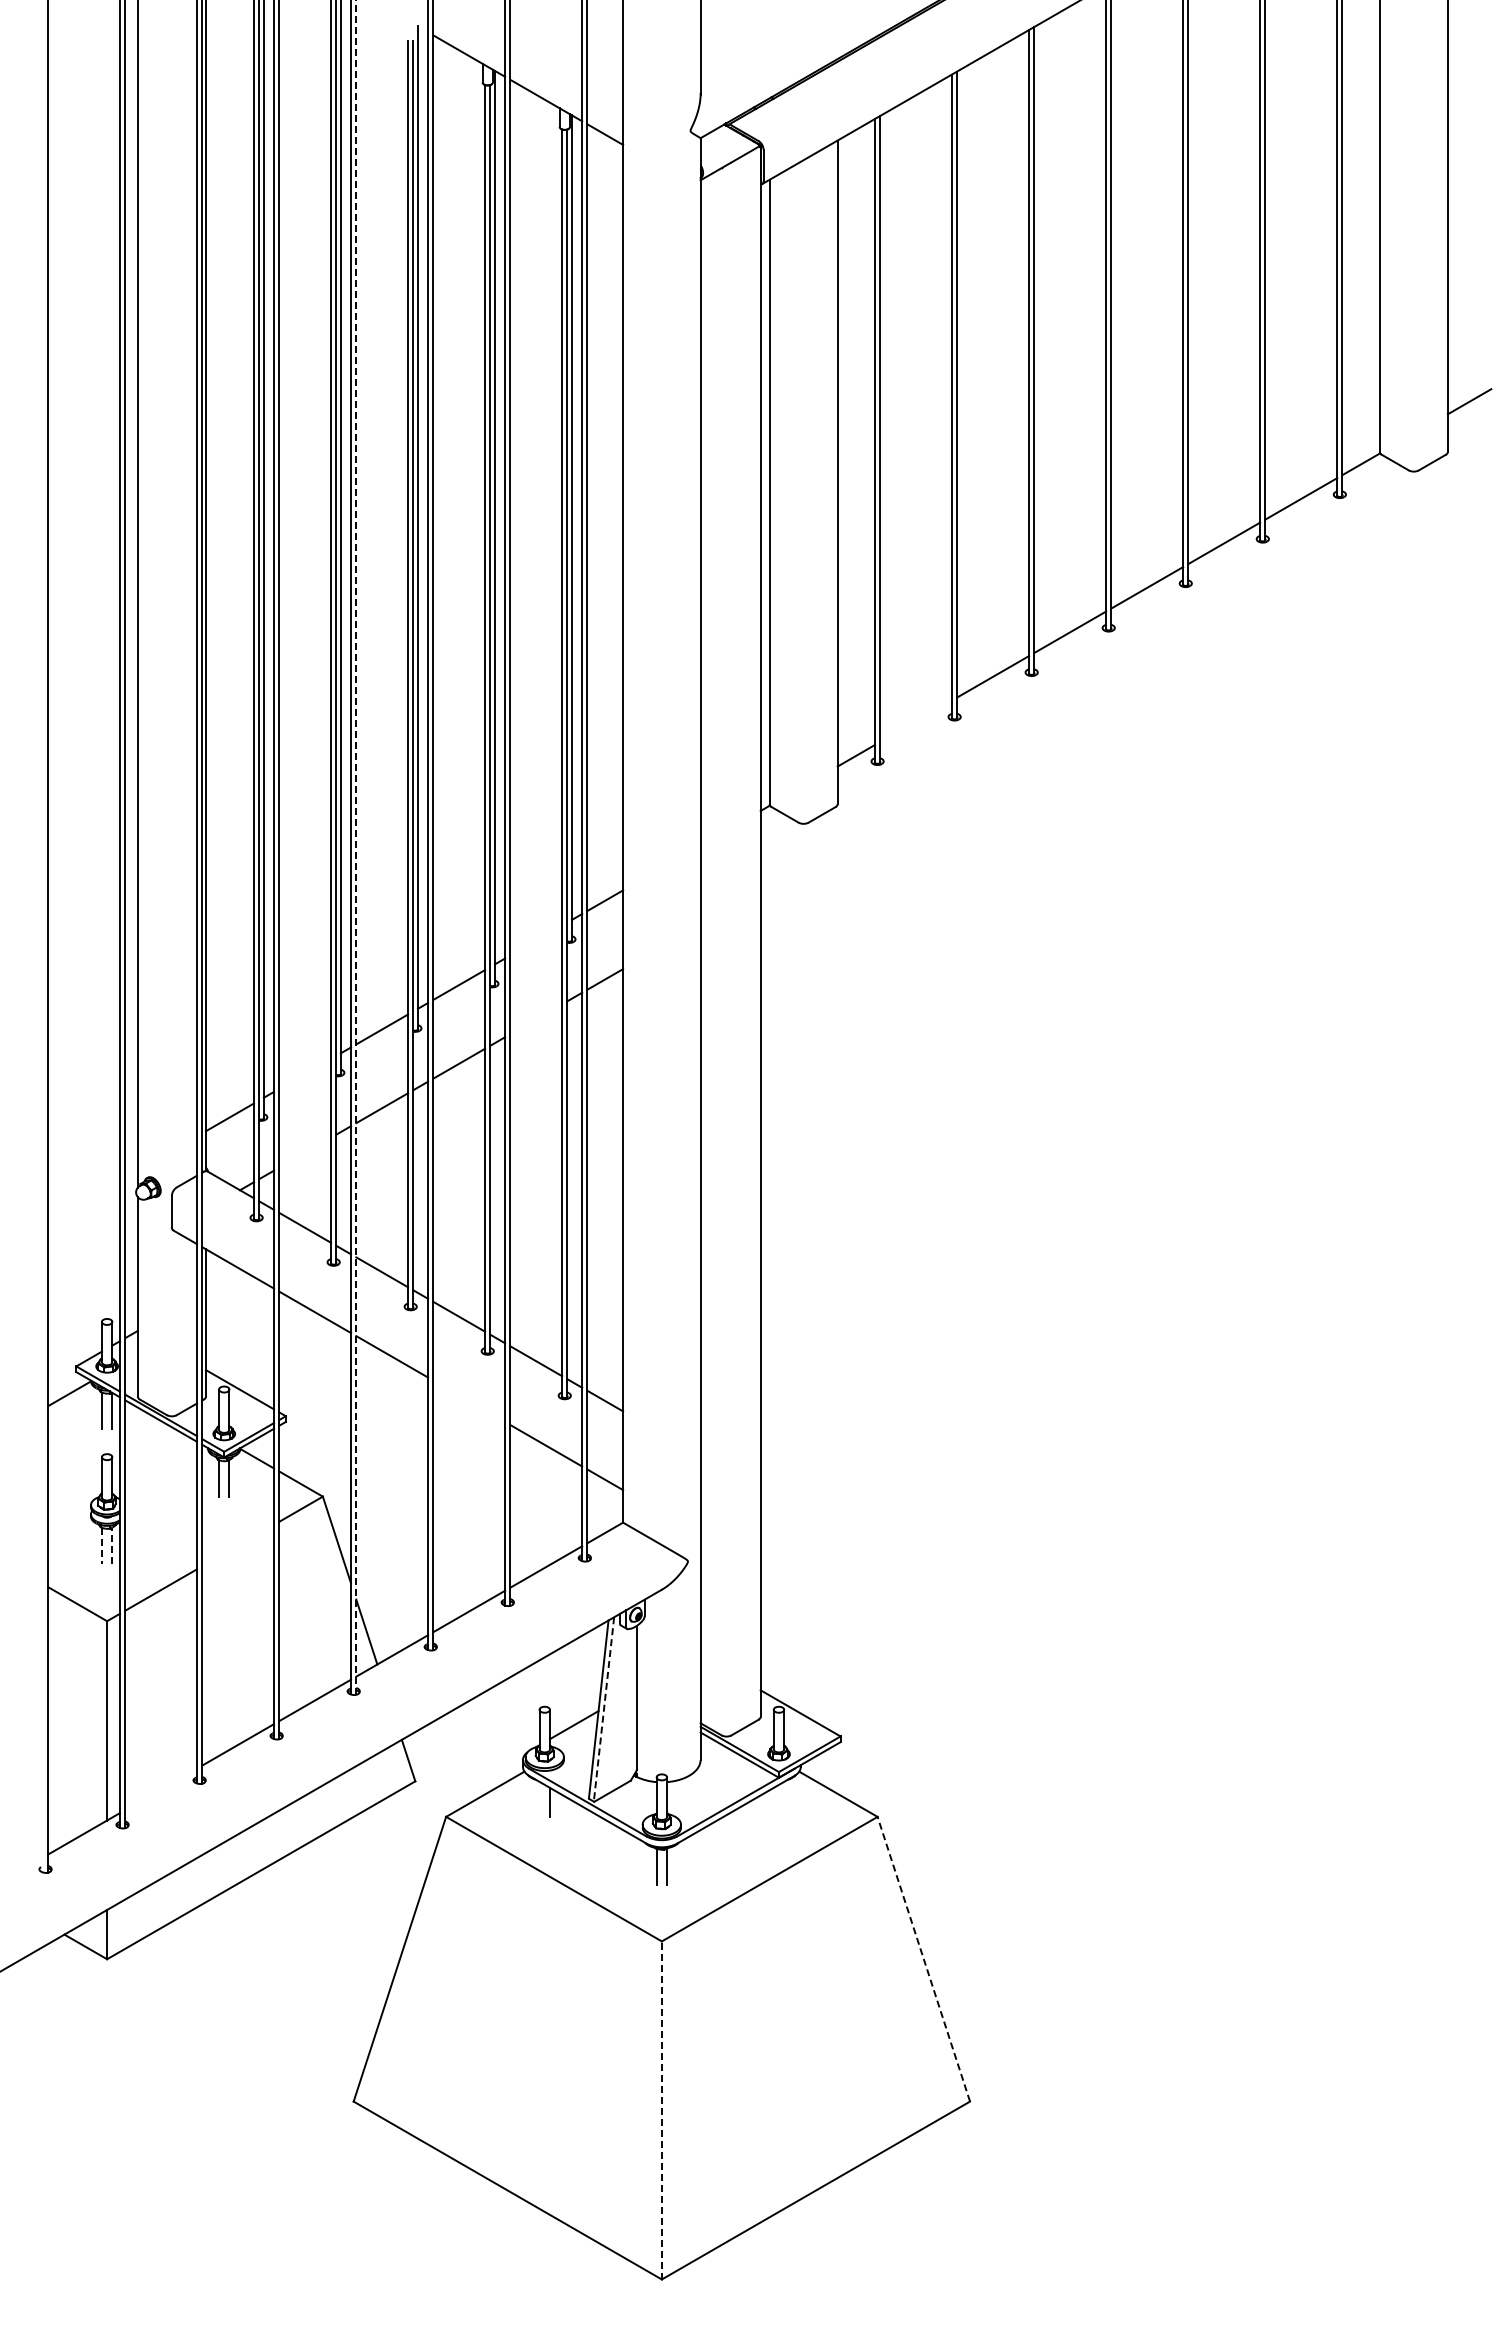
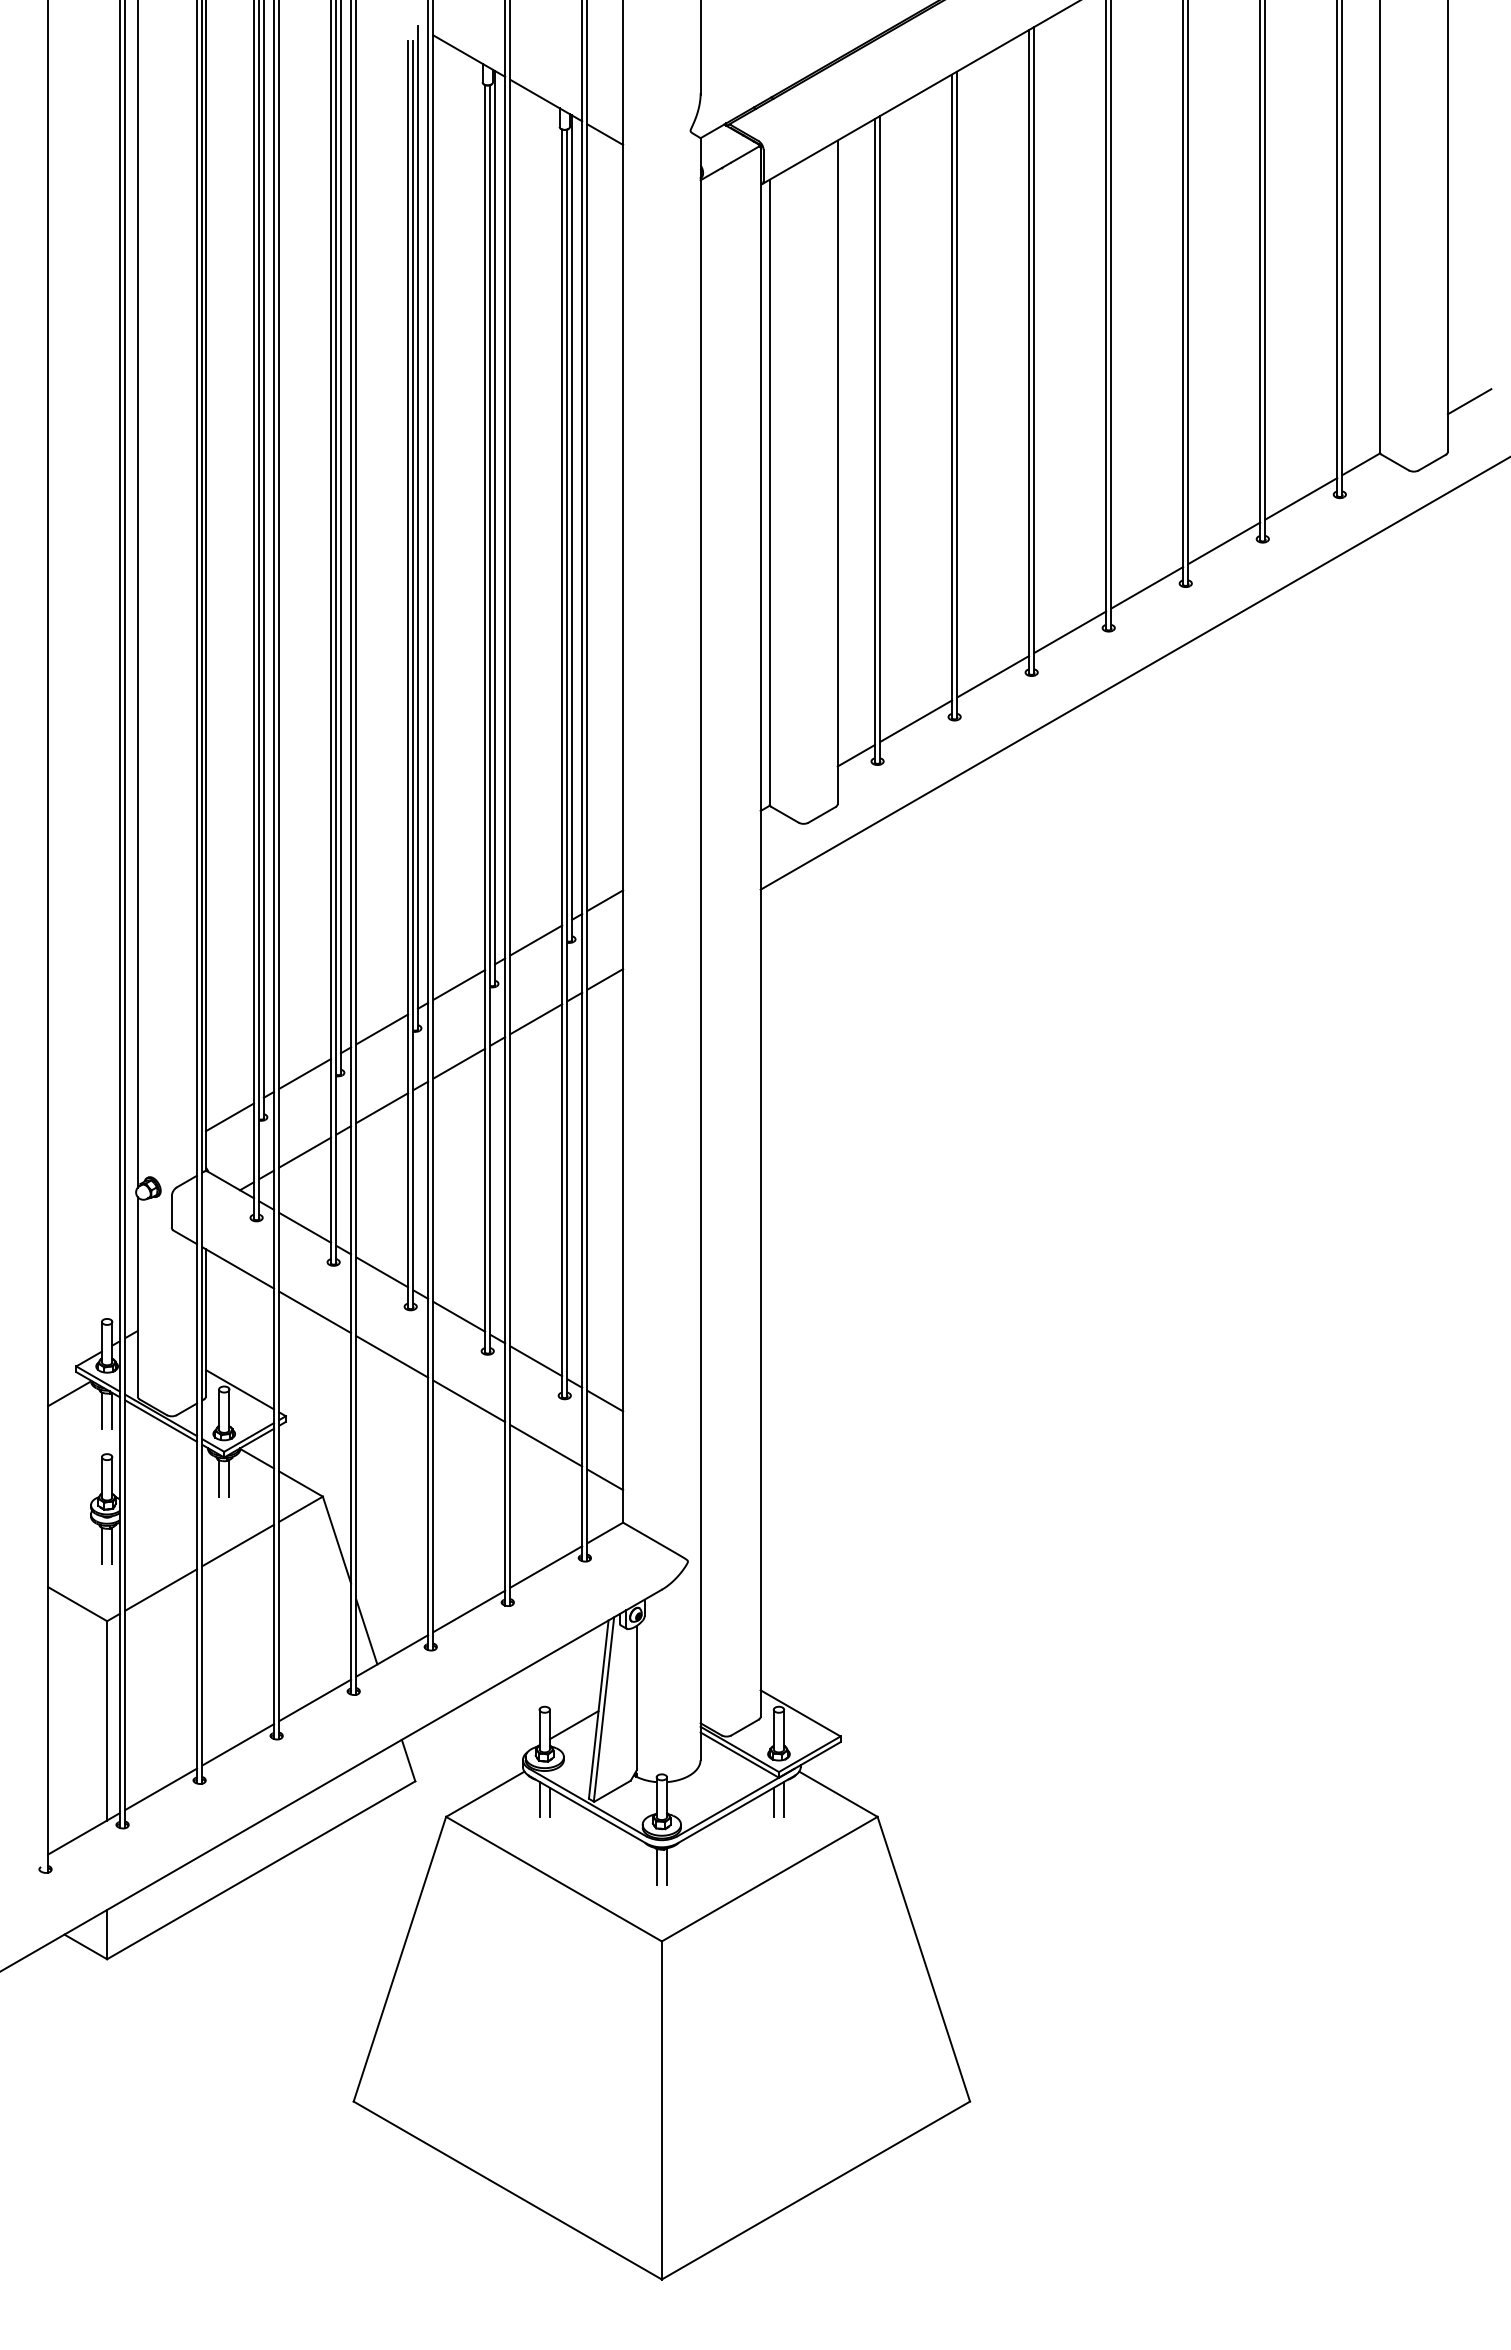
line at (1133, 673): none -> present
line at (916, 720): none -> present
line at (356, 847): dashed -> solid
line at (536, 940): none -> present
line at (536, 1019): none -> present
line at (305, 1073): none -> present
line at (305, 1152): none -> present
line at (469, 1401): none -> present
line at (112, 1545): dashed -> solid
line at (238, 1545): none -> present
line at (101, 1546): dashed -> solid
line at (604, 1709): dashed -> solid
line at (160, 1789): none -> present
line at (539, 1798): none -> present
line at (784, 1798): none -> present
line at (773, 1801): none -> present
line at (923, 1959): dashed -> solid
line at (661, 2109): dashed -> solid
